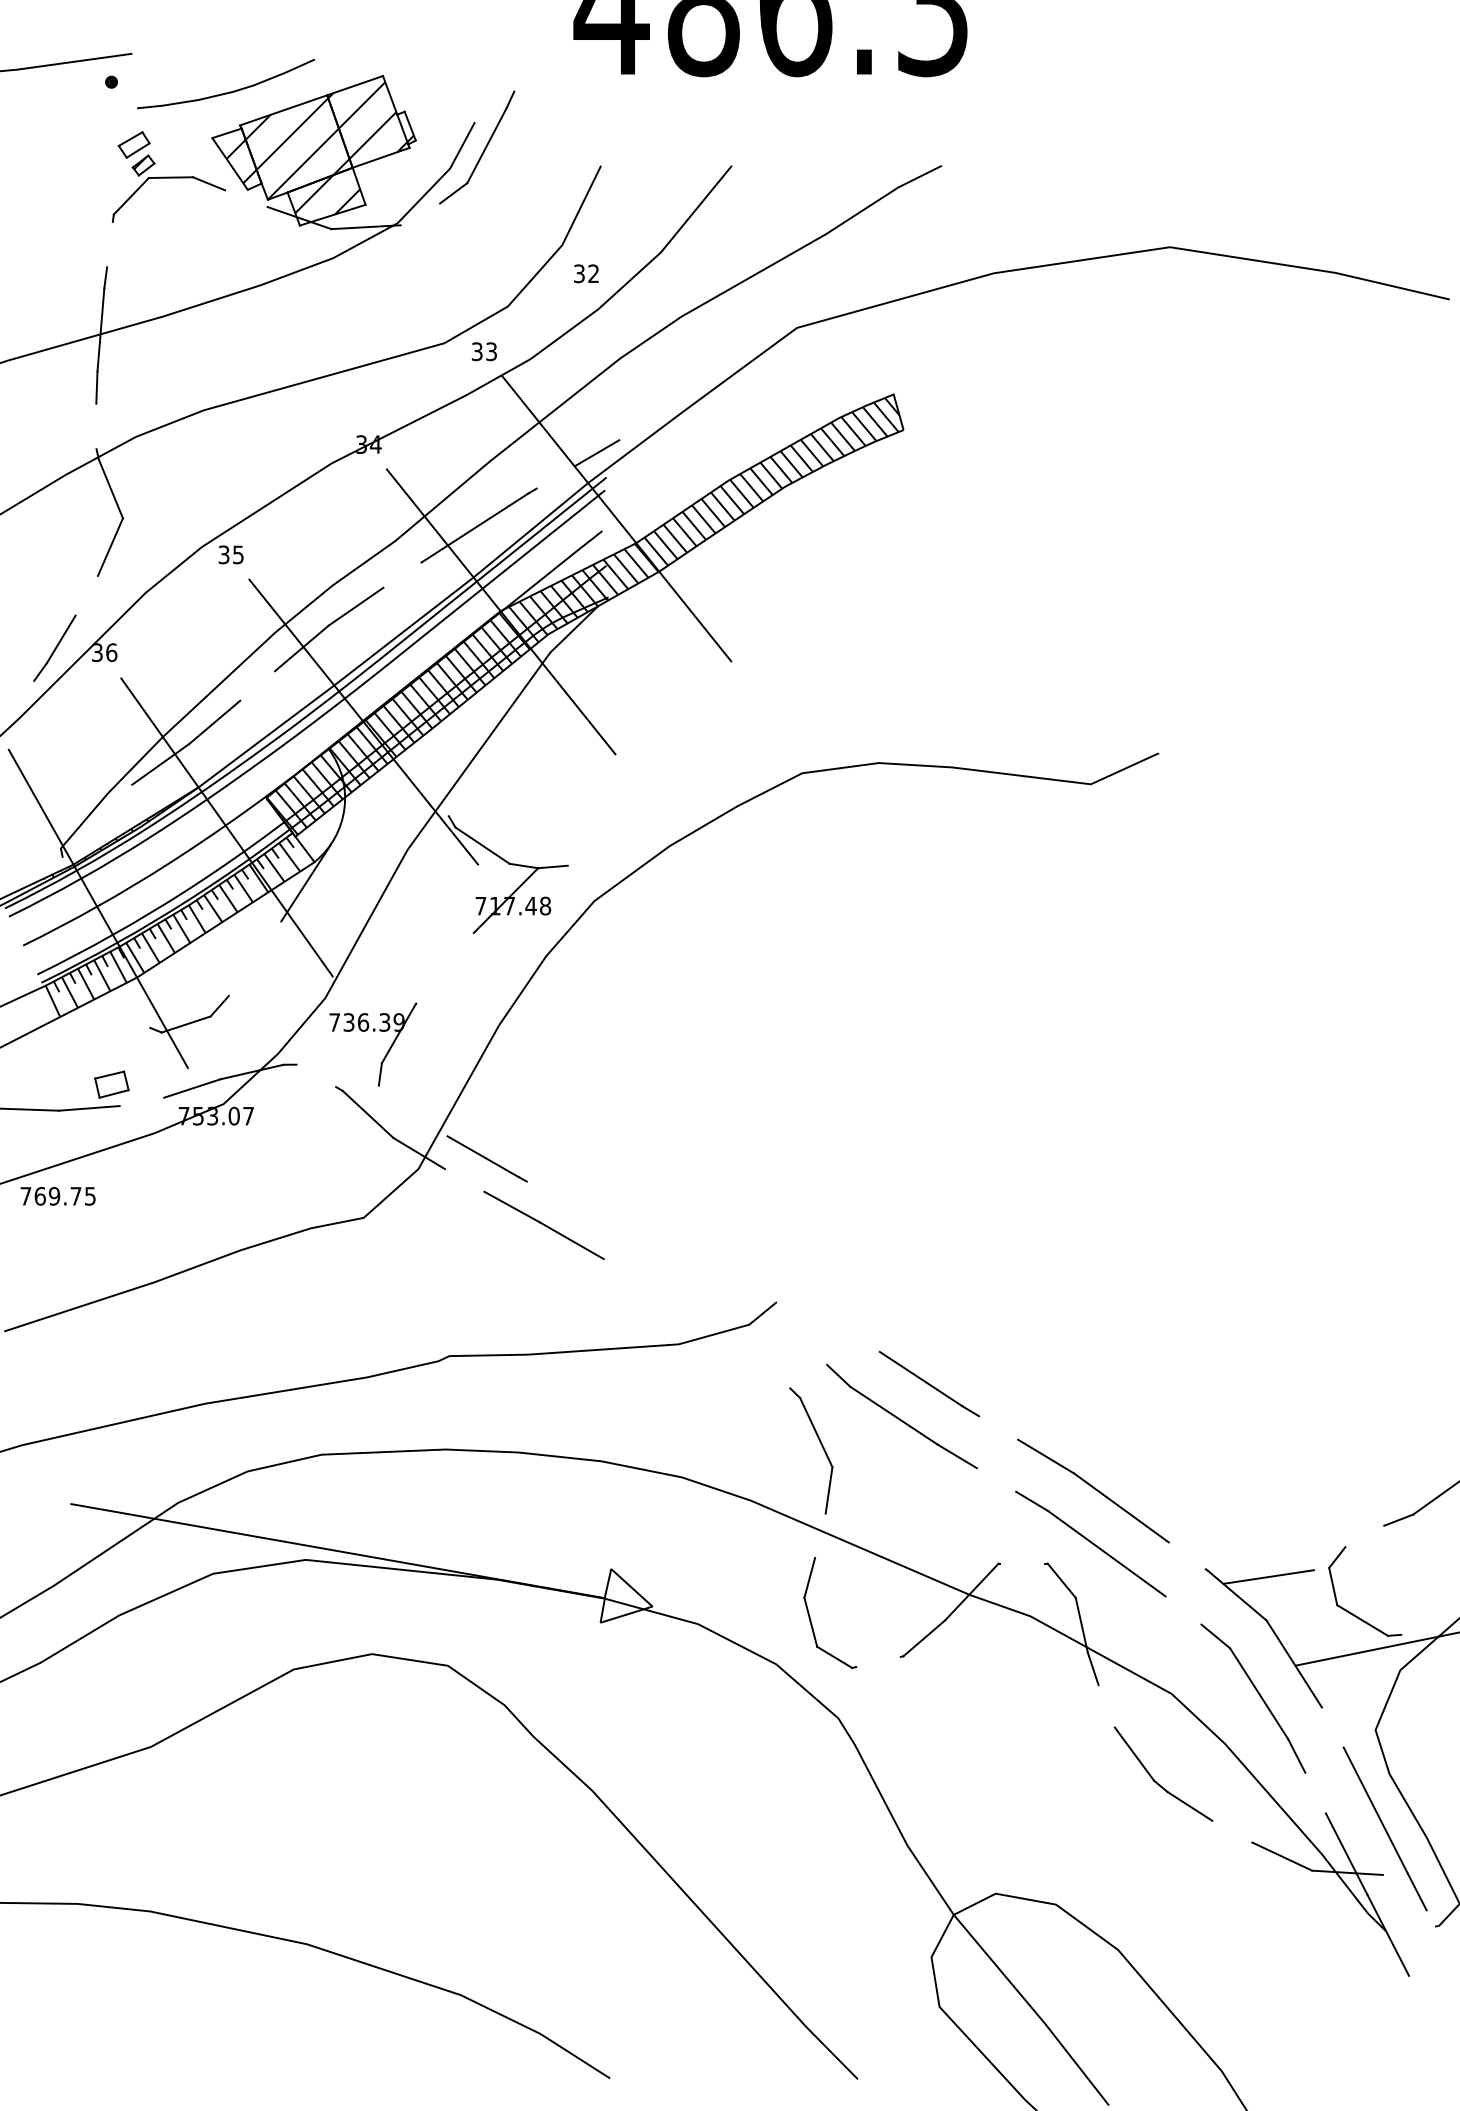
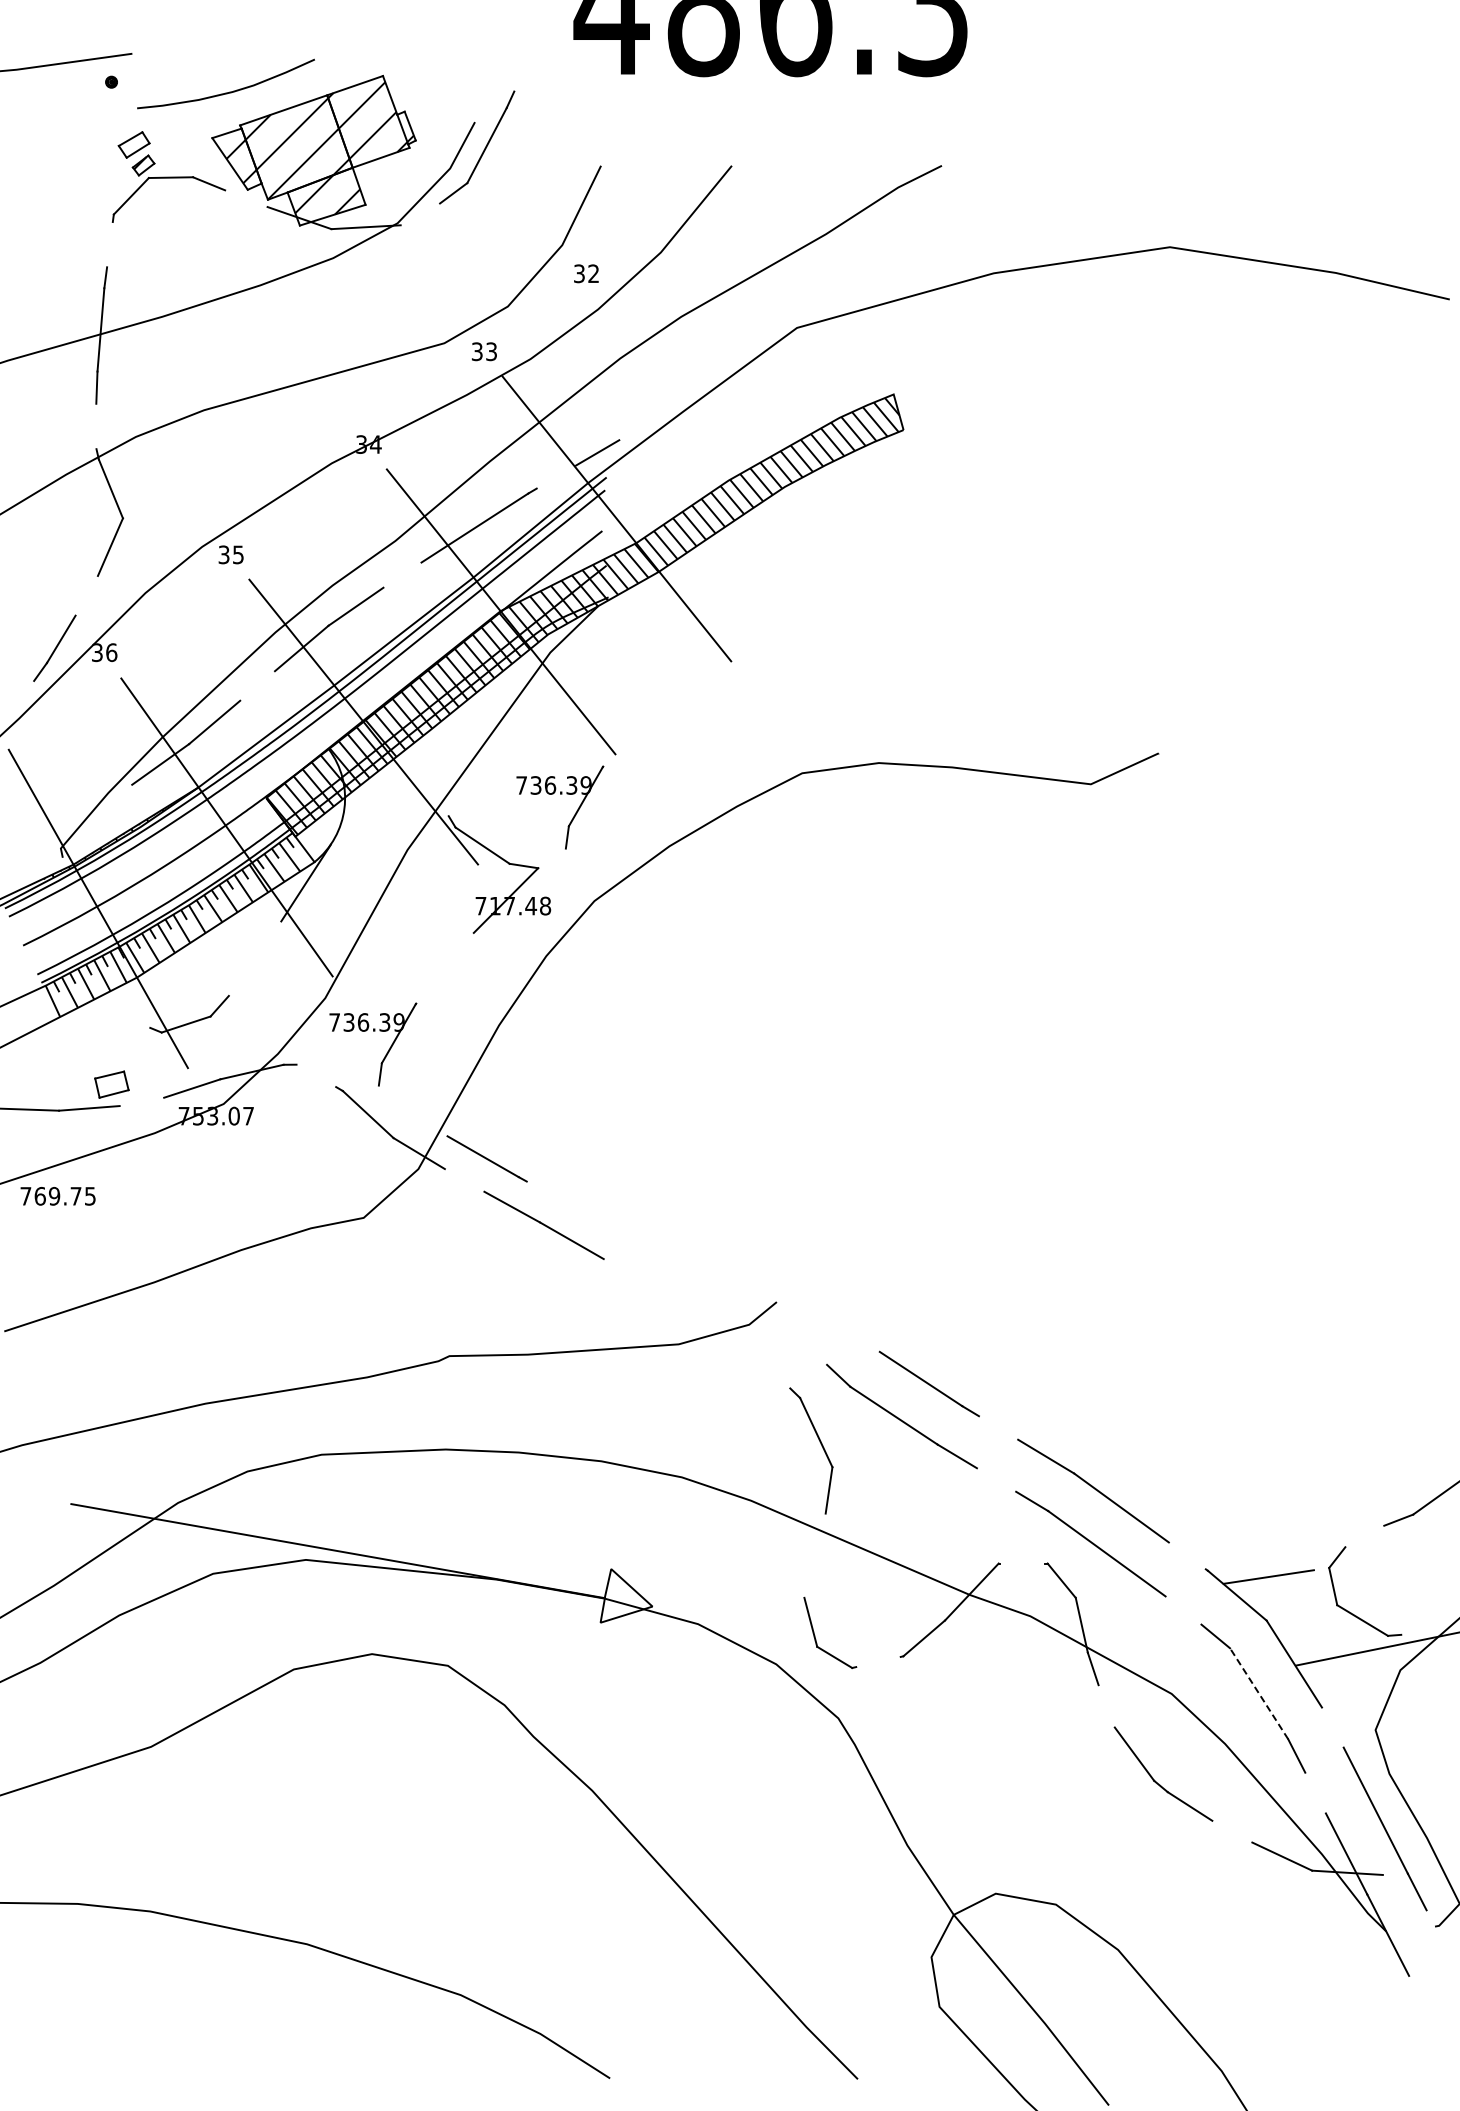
part at (560, 794): none -> present
line at (552, 866): present -> none
line at (809, 1577): present -> none
line at (1259, 1693): solid -> dashed
